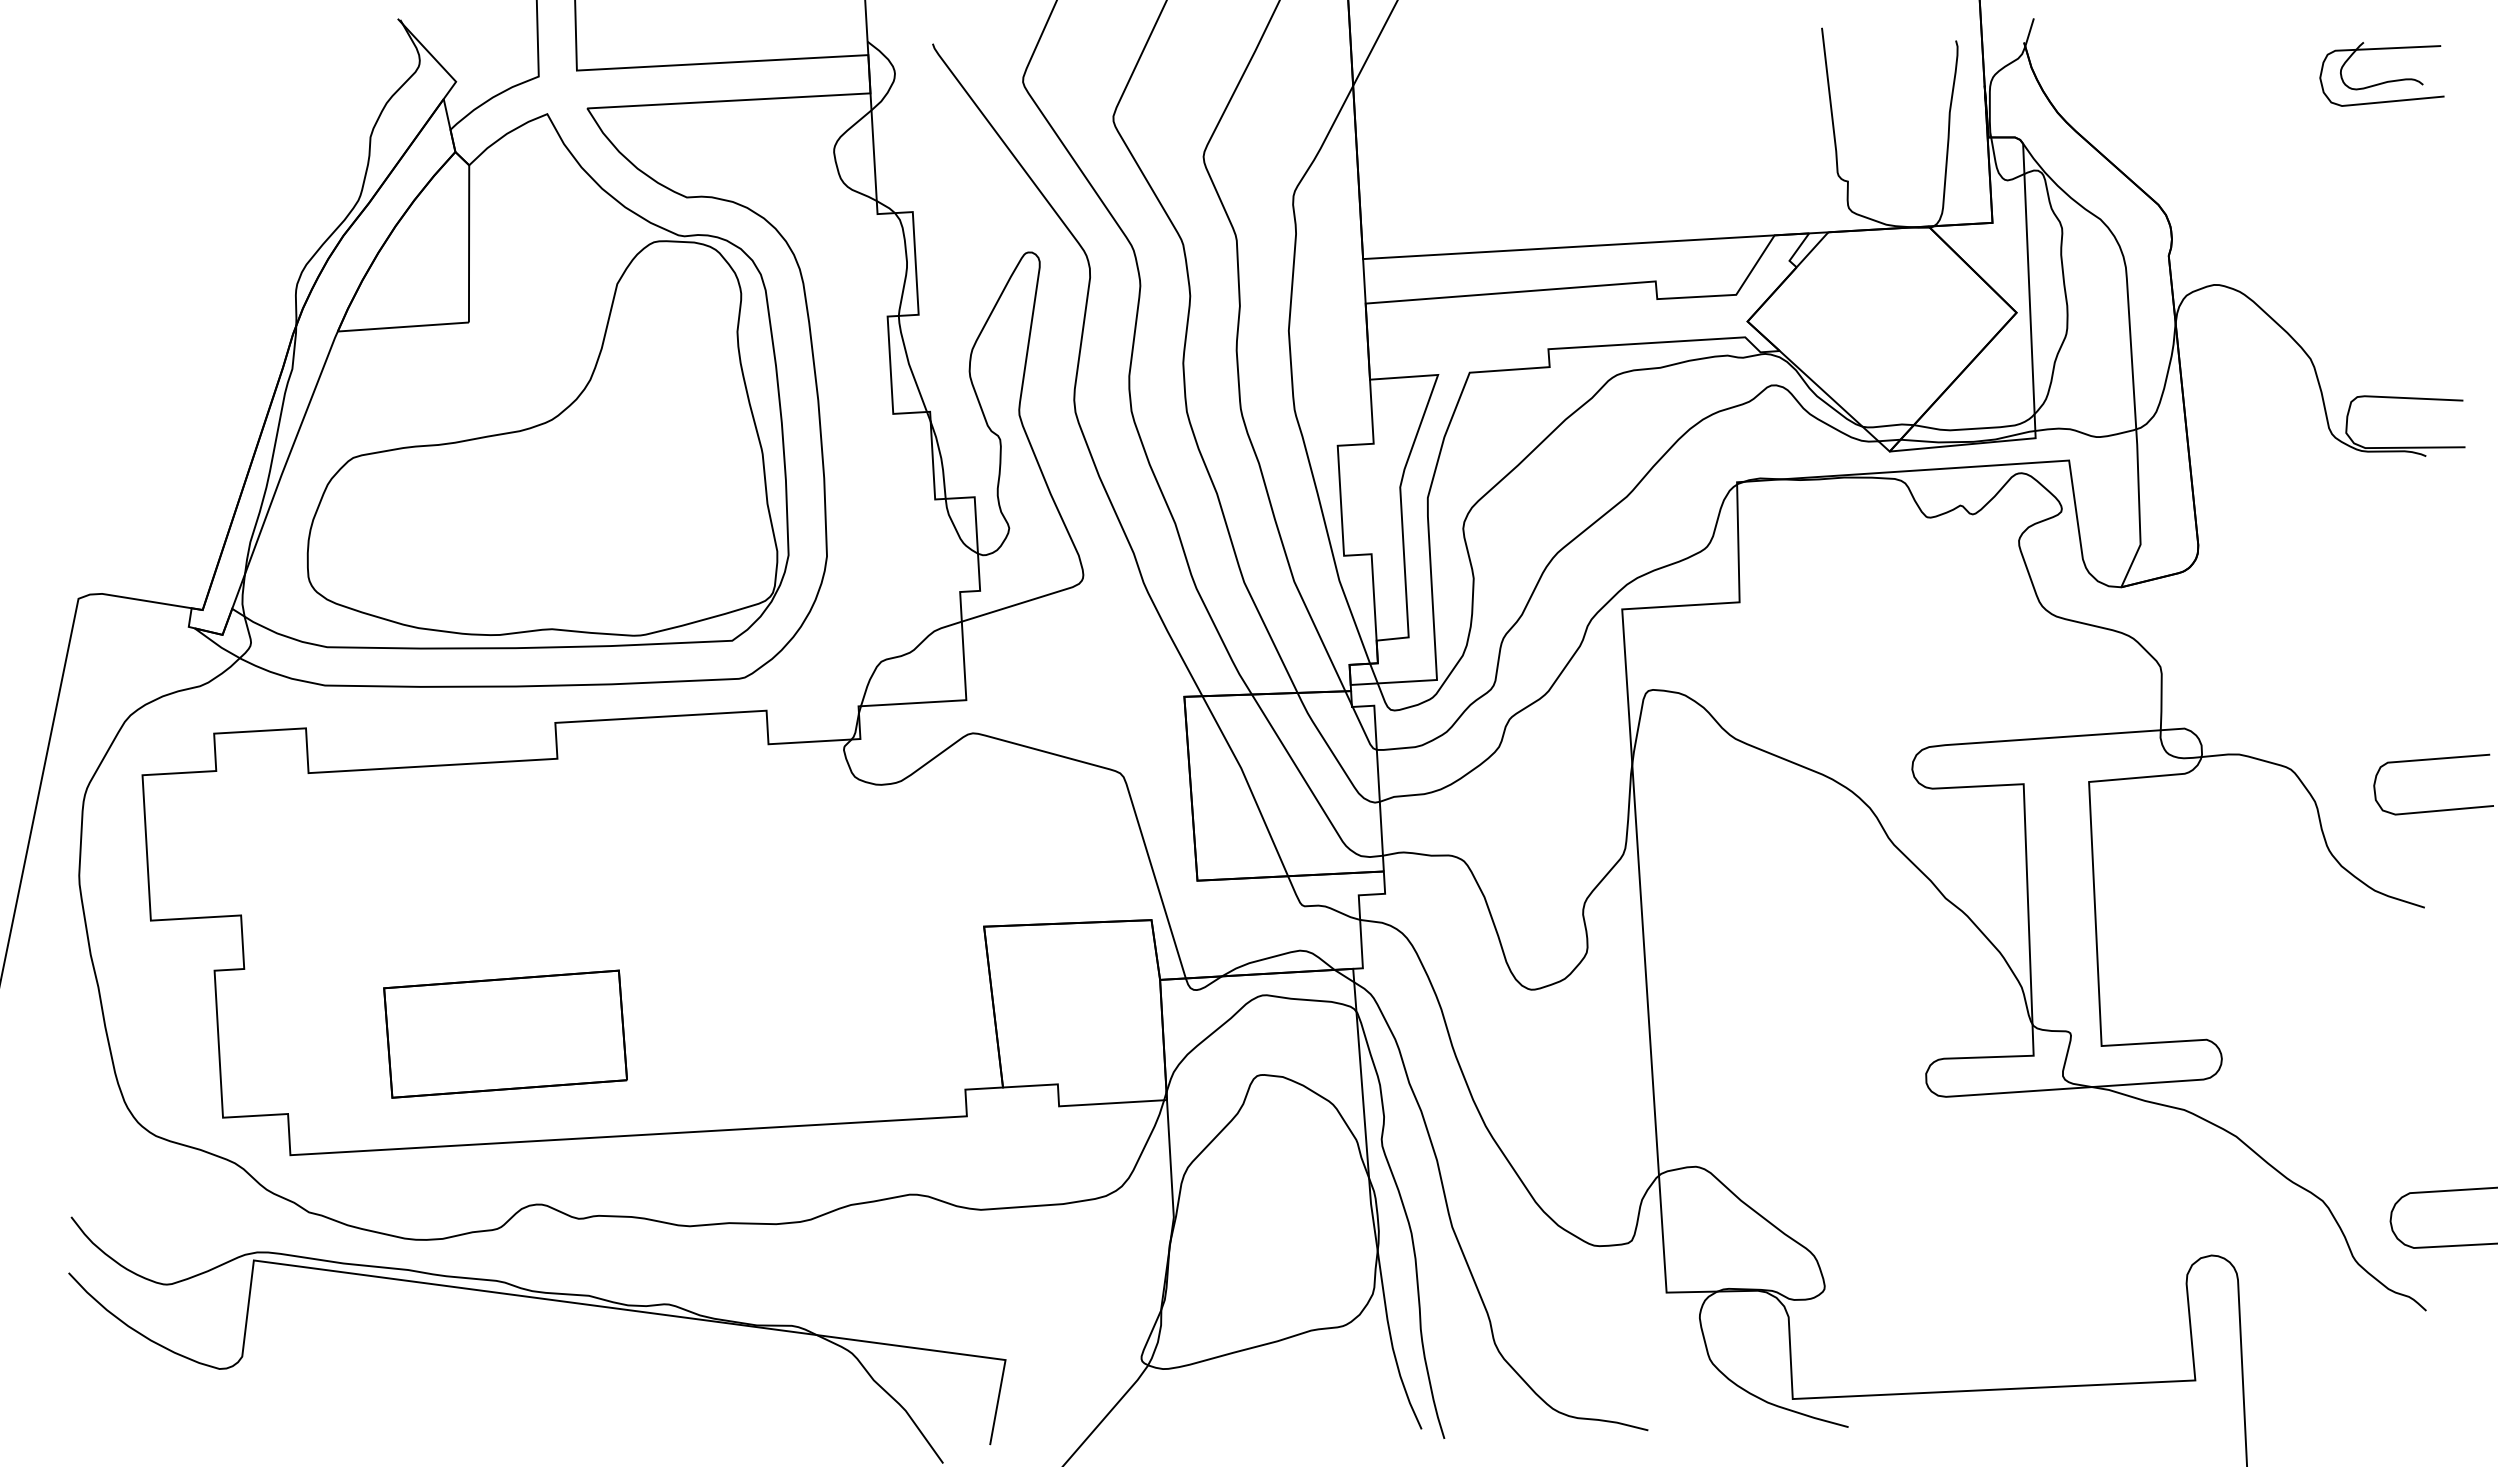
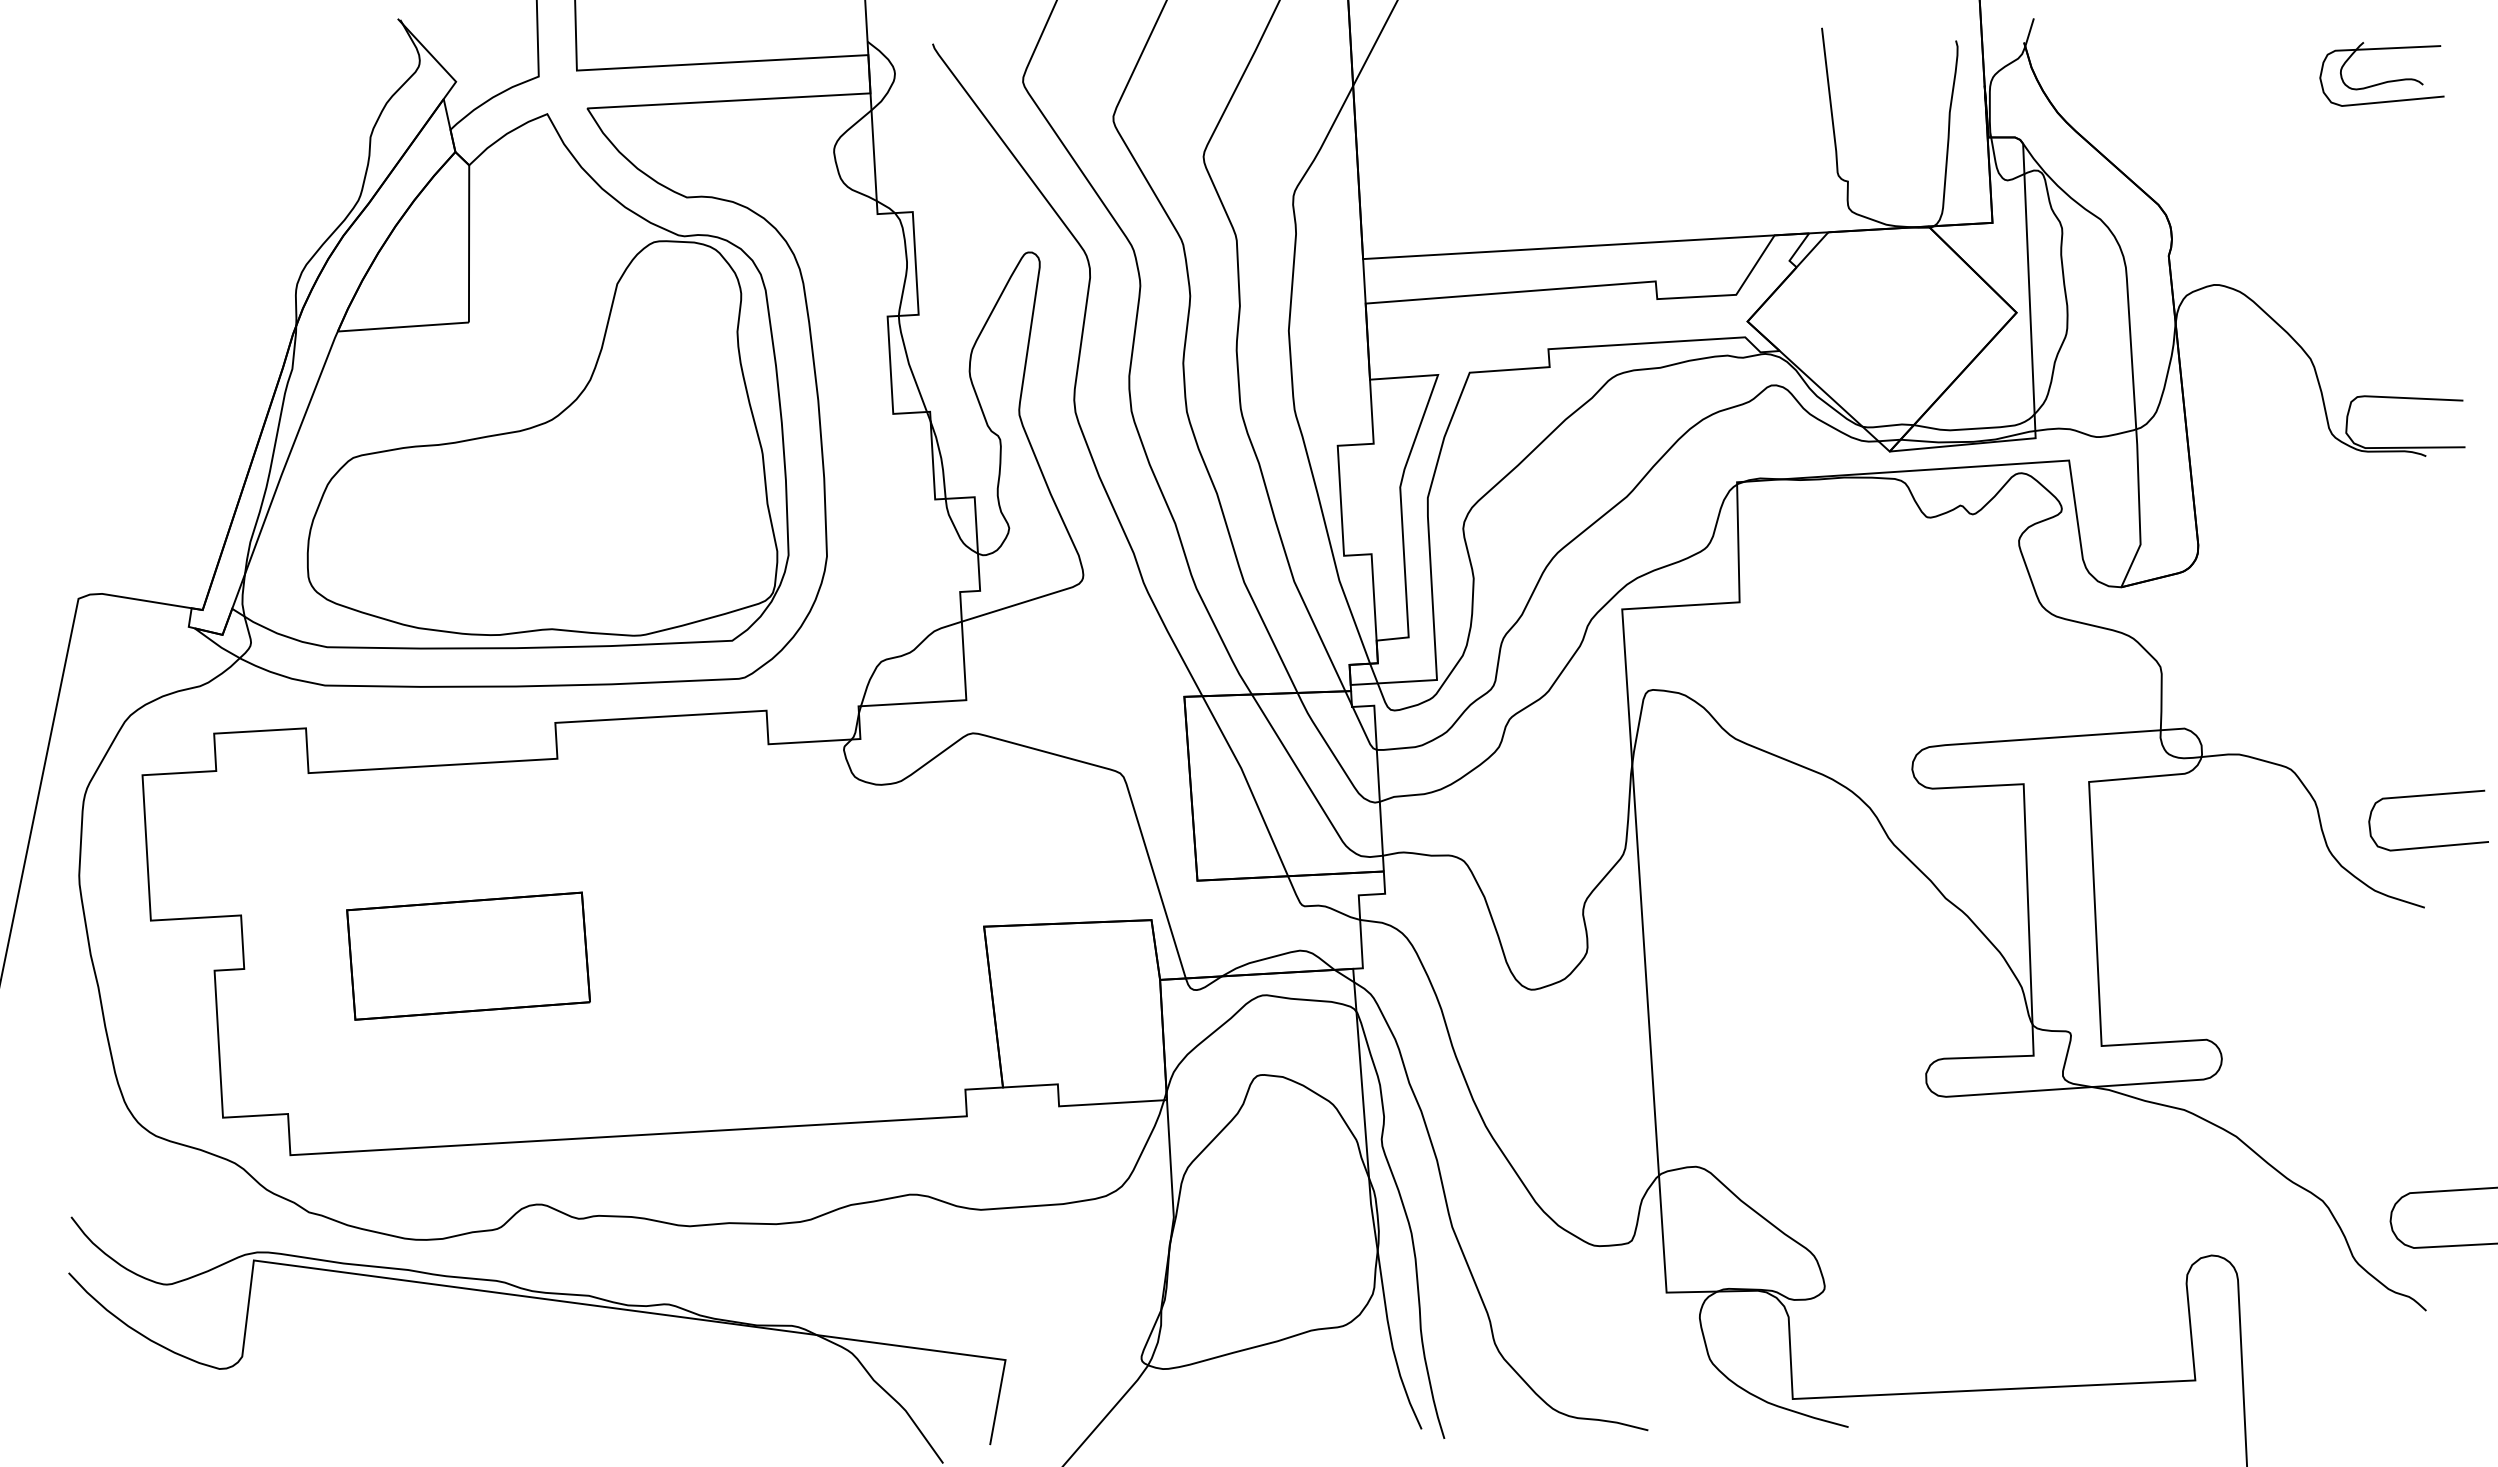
curve at (2432, 760) position: (2432, 760) -> (2427, 796)
part at (505, 1033) position: (505, 1033) -> (468, 955)
